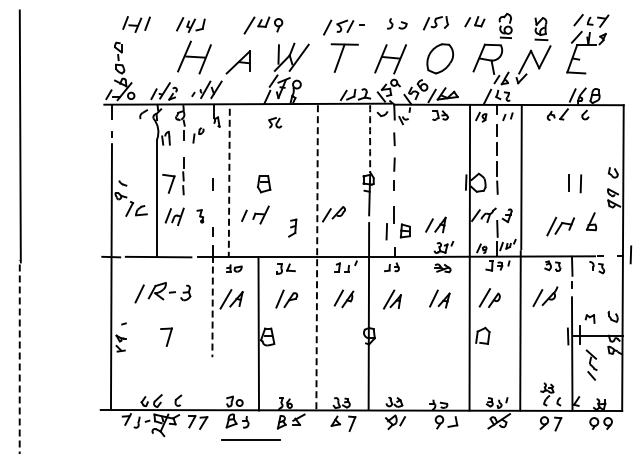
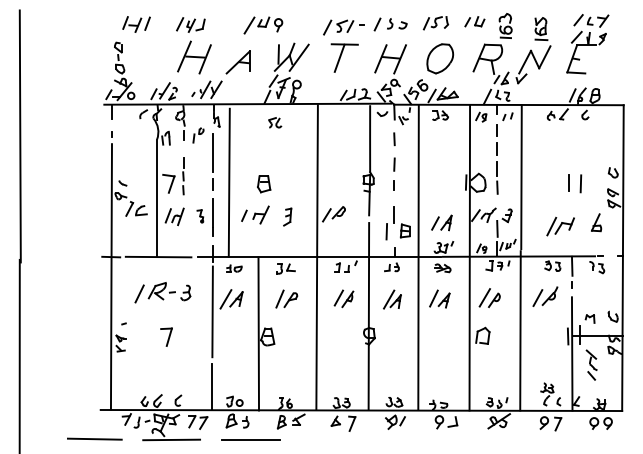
line at (377, 24): none -> present
arc at (370, 138): dashed -> solid
line at (213, 152): none -> present
line at (229, 183): dashed -> solid
line at (213, 212): none -> present
part at (591, 221) position: (591, 221) -> (596, 222)
part at (435, 224) position: (435, 224) -> (441, 222)
part at (292, 227) position: (292, 227) -> (287, 216)
line at (630, 254): present -> none
line at (418, 257): none -> present
line at (317, 258): dashed -> solid
line at (212, 312): dashed -> solid
line at (19, 356): dashed -> solid
line at (212, 386): none -> present
line at (94, 438): none -> present
line at (171, 439): none -> present
